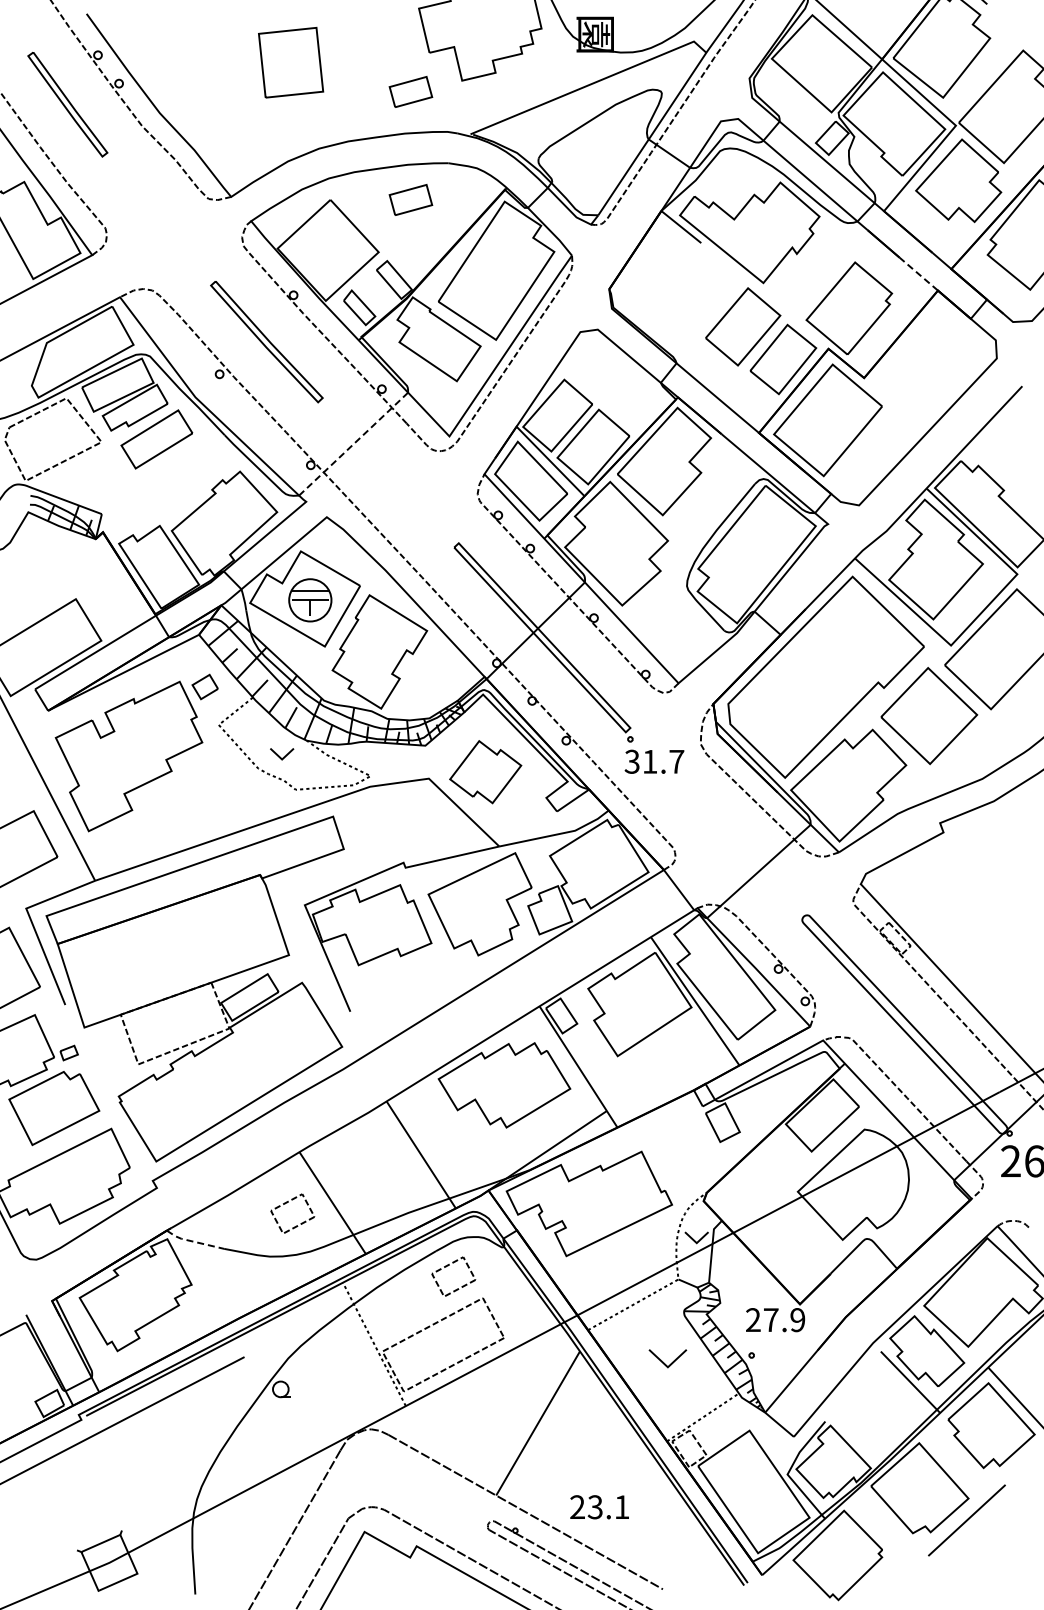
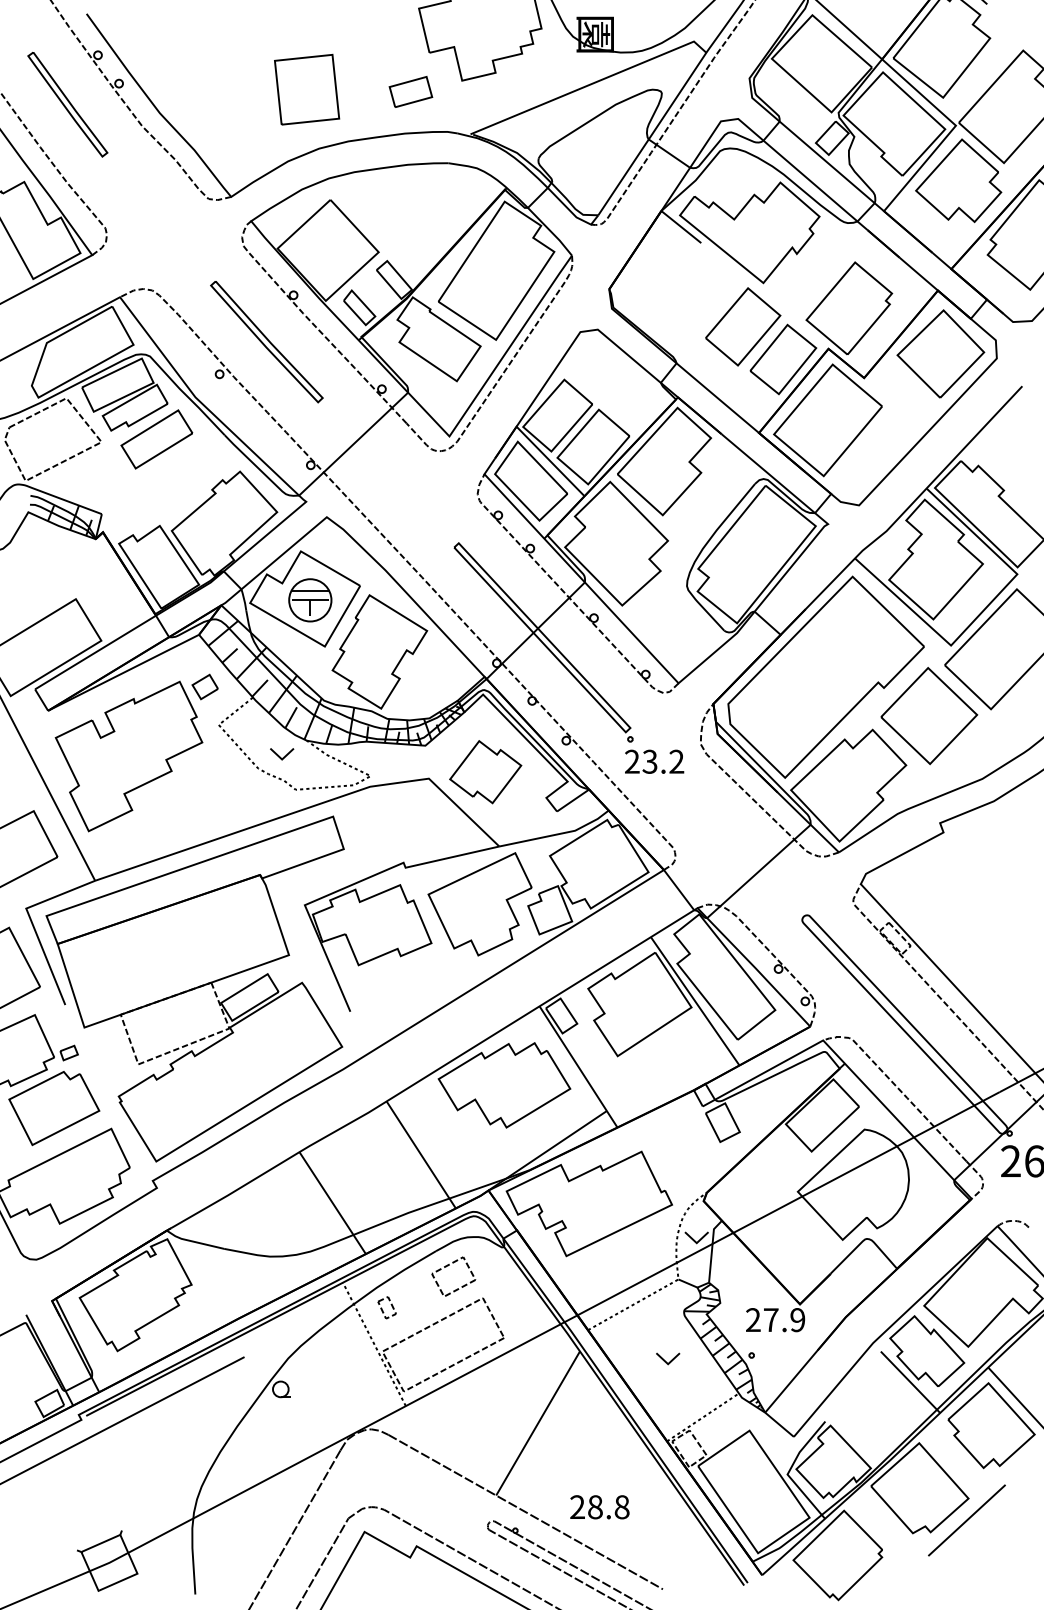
part at (291, 62) position: (291, 62) -> (307, 89)
part at (410, 199): present -> none
line at (918, 273): dashed -> solid
part at (940, 353): none -> present
line at (353, 443): dashed -> solid
text at (654, 761): 31.7 -> 23.2
part at (287, 1203): present -> none
line at (193, 1241): dashed -> solid
part at (386, 1307): none -> present
part at (667, 1358) size: 40x20 px -> 25x14 px
text at (608, 1507): 23.1 -> 28.8
